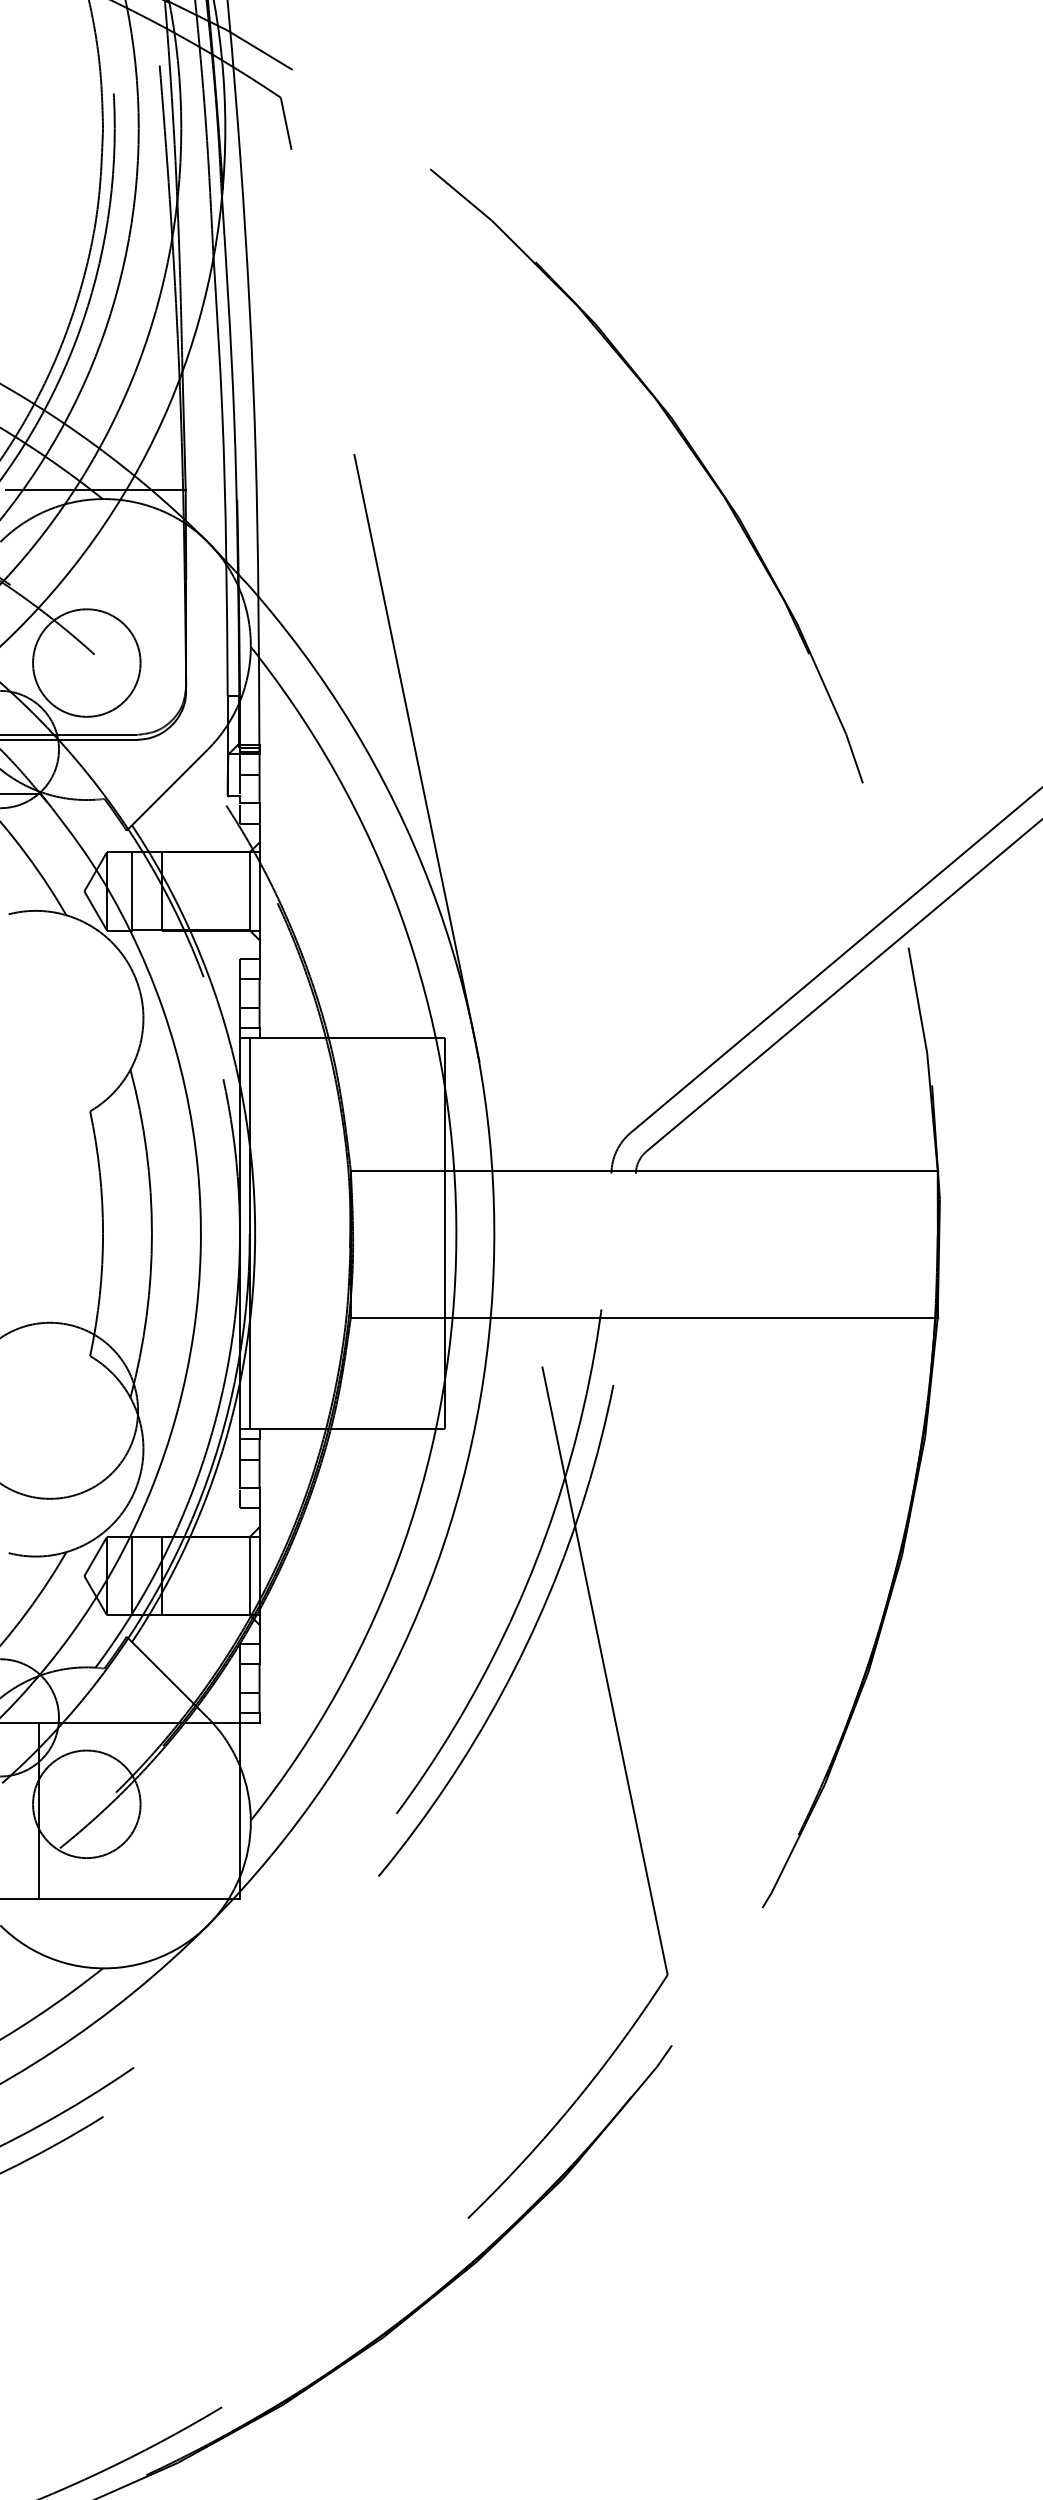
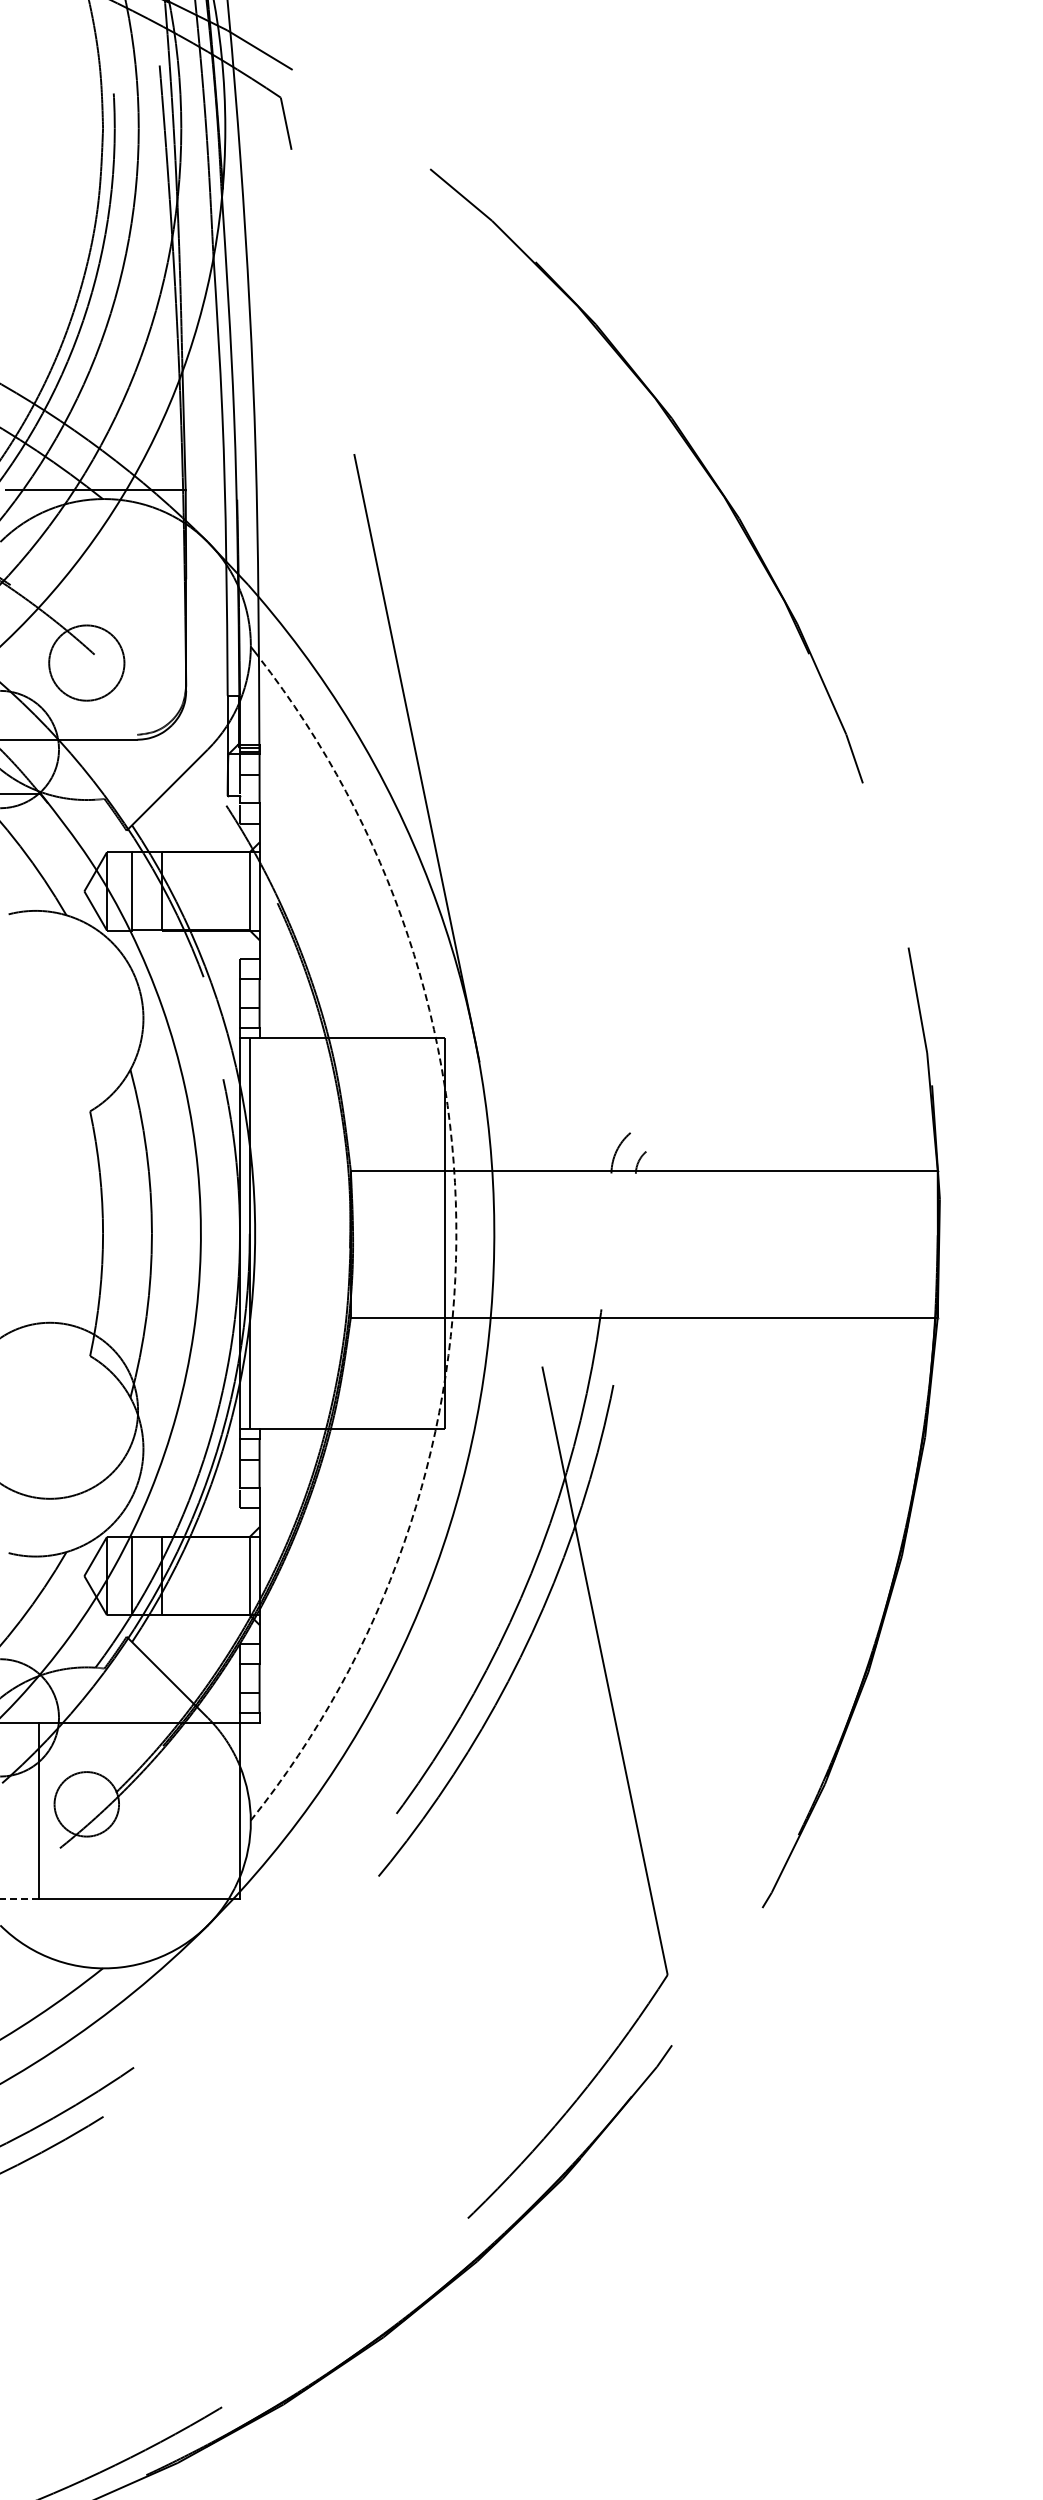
circle at (86, 662) diameter: 108 px -> 75 px
line at (69, 734): present -> none
line at (834, 960): present -> none
line at (842, 986): present -> none
arc at (456, 1240): solid -> dashed
circle at (86, 1804) diameter: 108 px -> 65 px
line at (19, 1898): solid -> dashed
